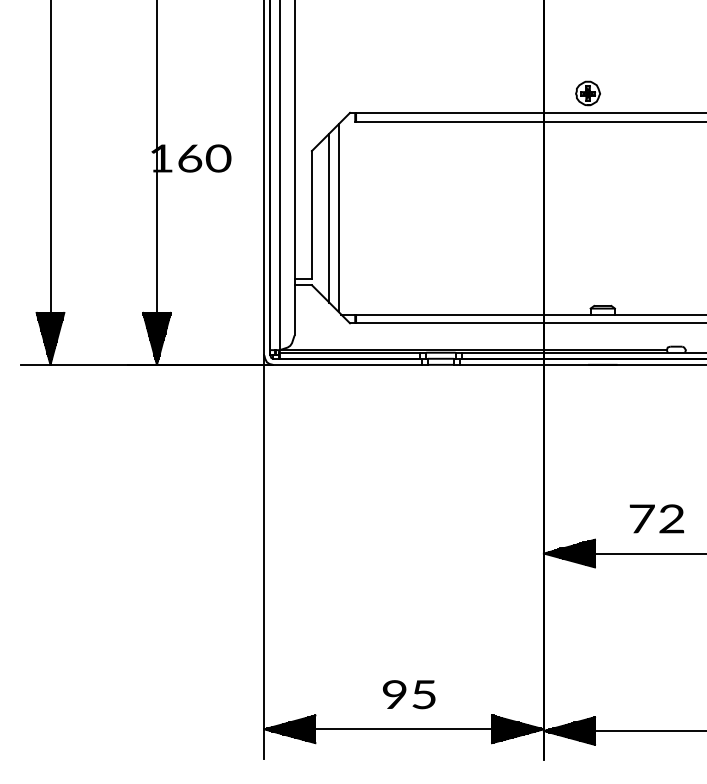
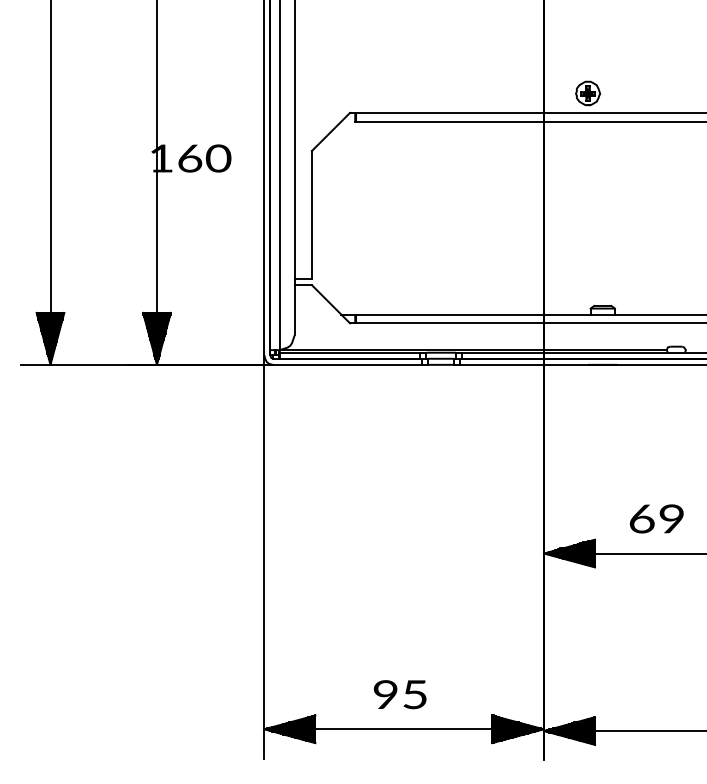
line at (329, 217): present -> none
line at (338, 217): present -> none
text at (656, 518): 72 -> 69
text at (409, 694) position: (409, 694) -> (400, 694)
